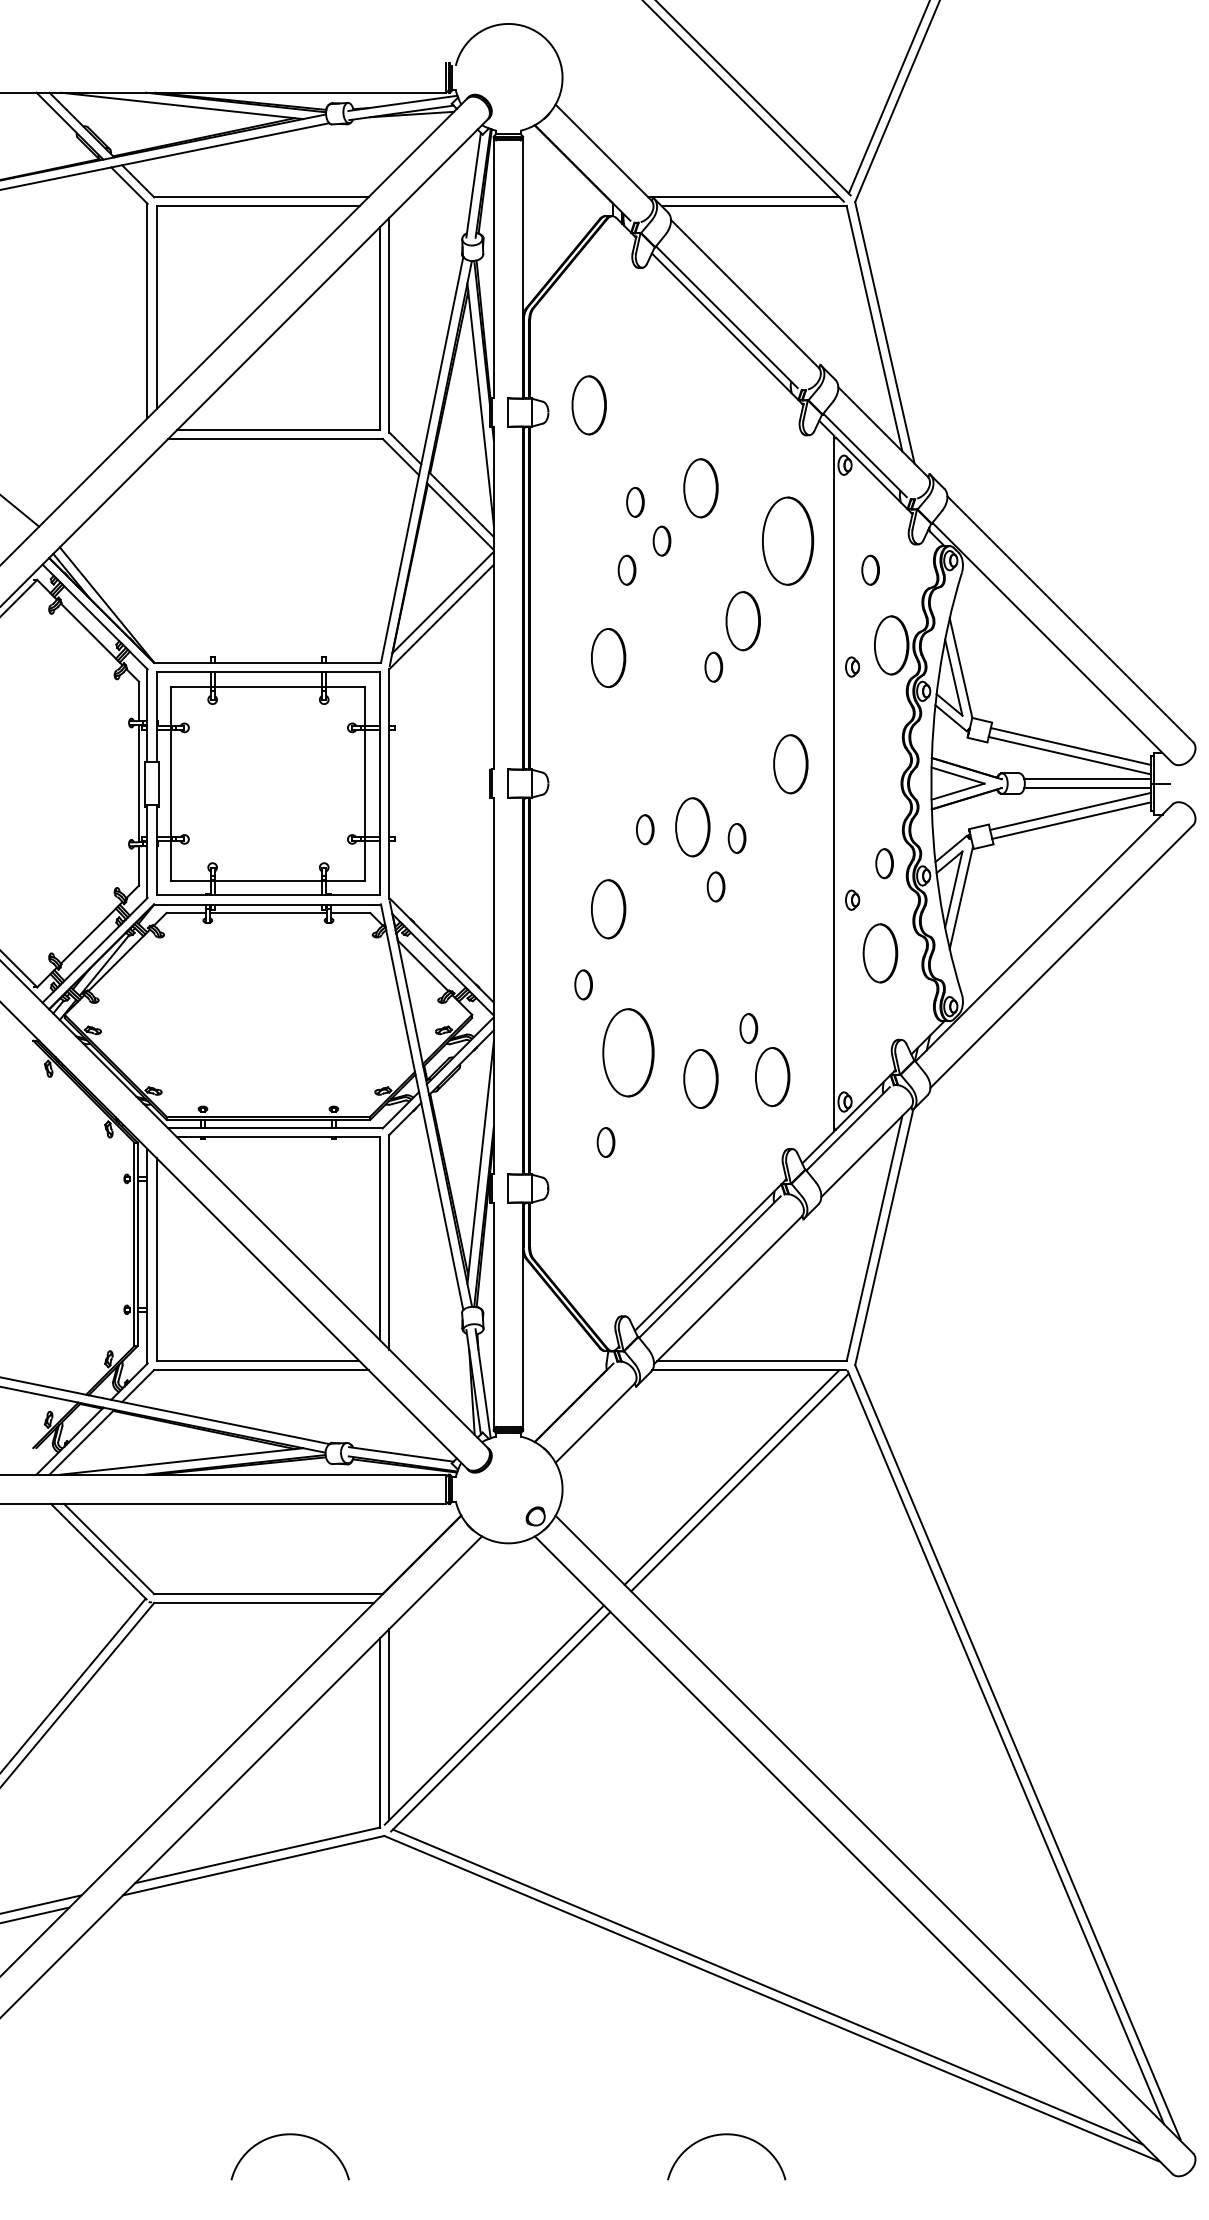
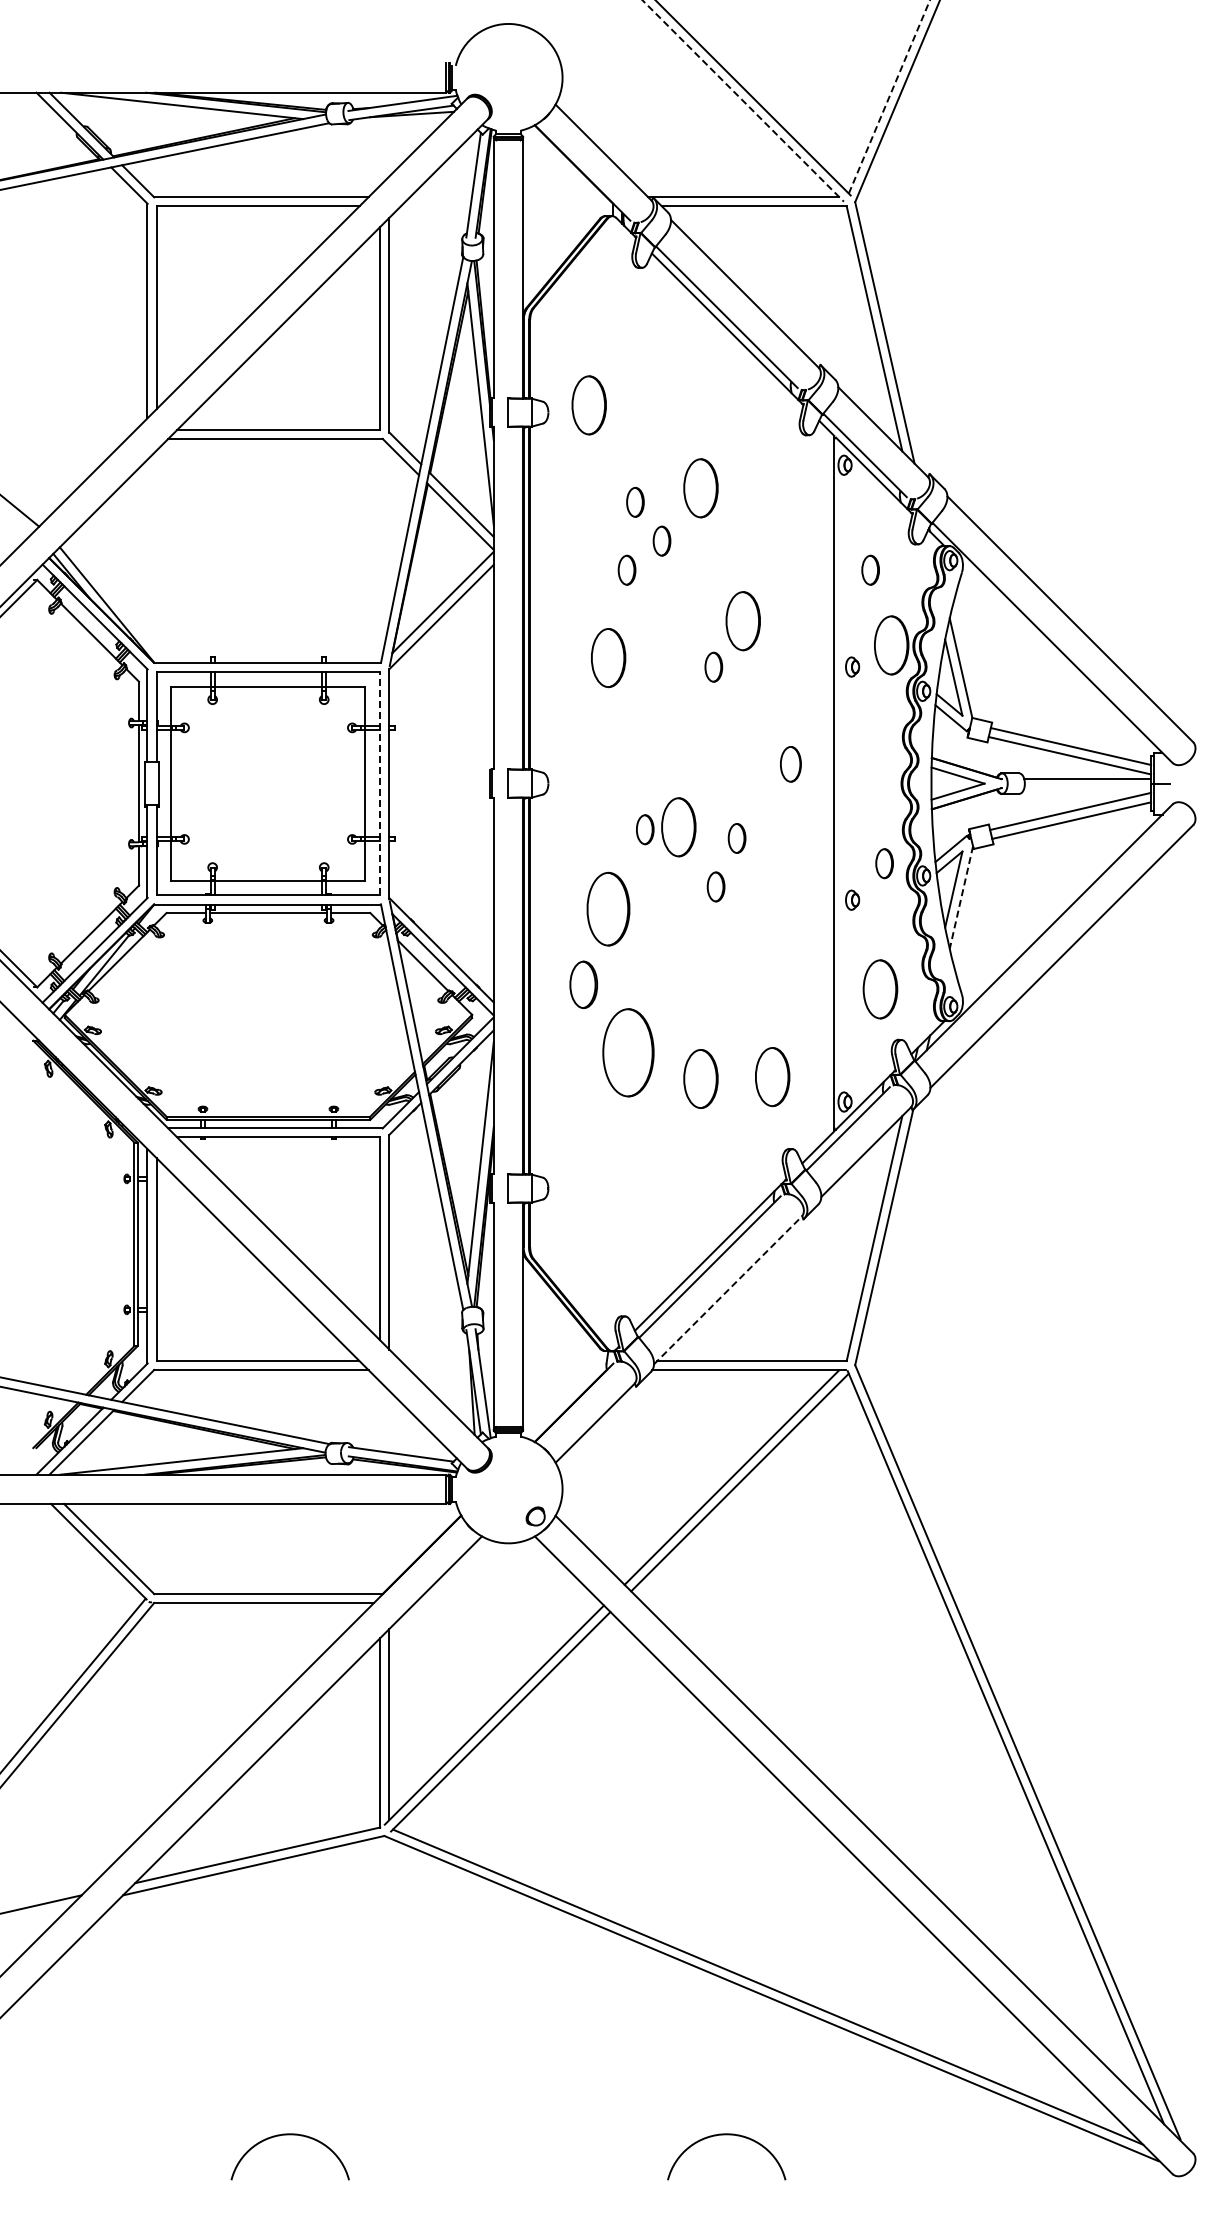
line at (889, 96): solid -> dashed
line at (743, 100): solid -> dashed
part at (788, 540): present -> none
part at (790, 764) size: 36x61 px -> 22x37 px
line at (380, 783): solid -> dashed
line at (1087, 788): present -> none
part at (692, 827) position: (692, 827) -> (678, 827)
line at (961, 897): solid -> dashed
part at (608, 909) size: 36x61 px -> 45x76 px
part at (880, 953) position: (880, 953) -> (880, 989)
part at (583, 984) size: 19x32 px -> 29x49 px
part at (748, 1028): present -> none
part at (605, 1142): present -> none
line at (728, 1290): solid -> dashed
line at (35, 1914): present -> none
